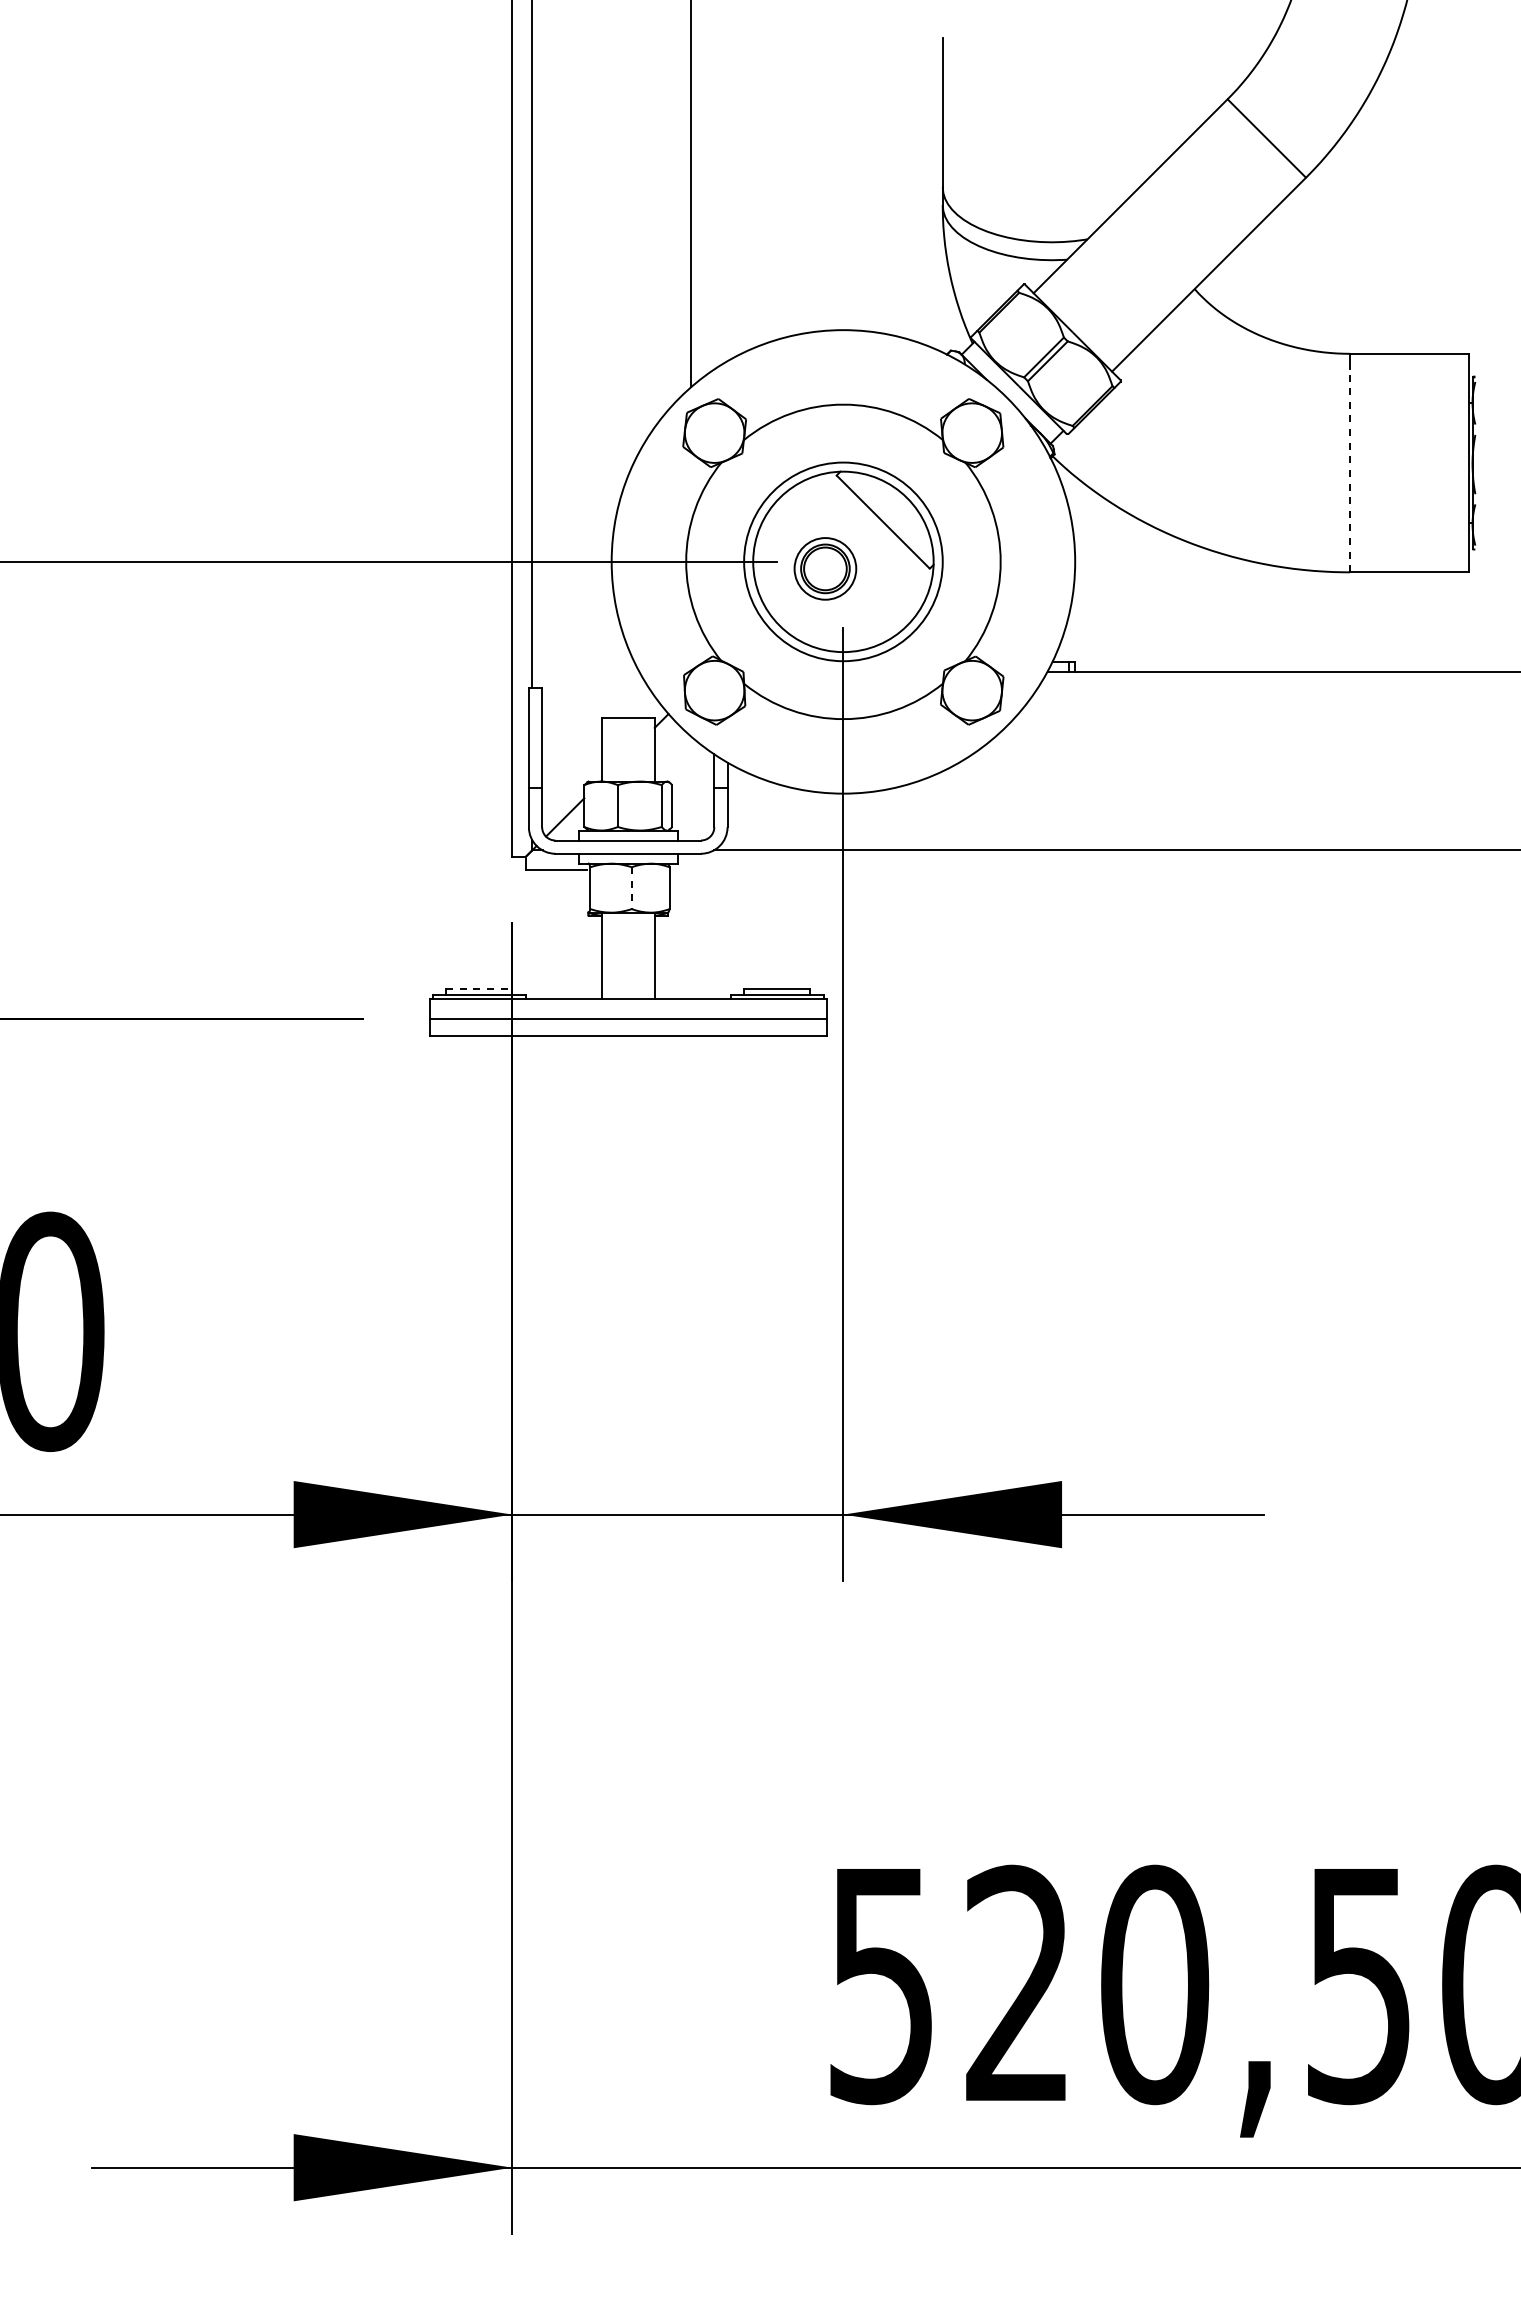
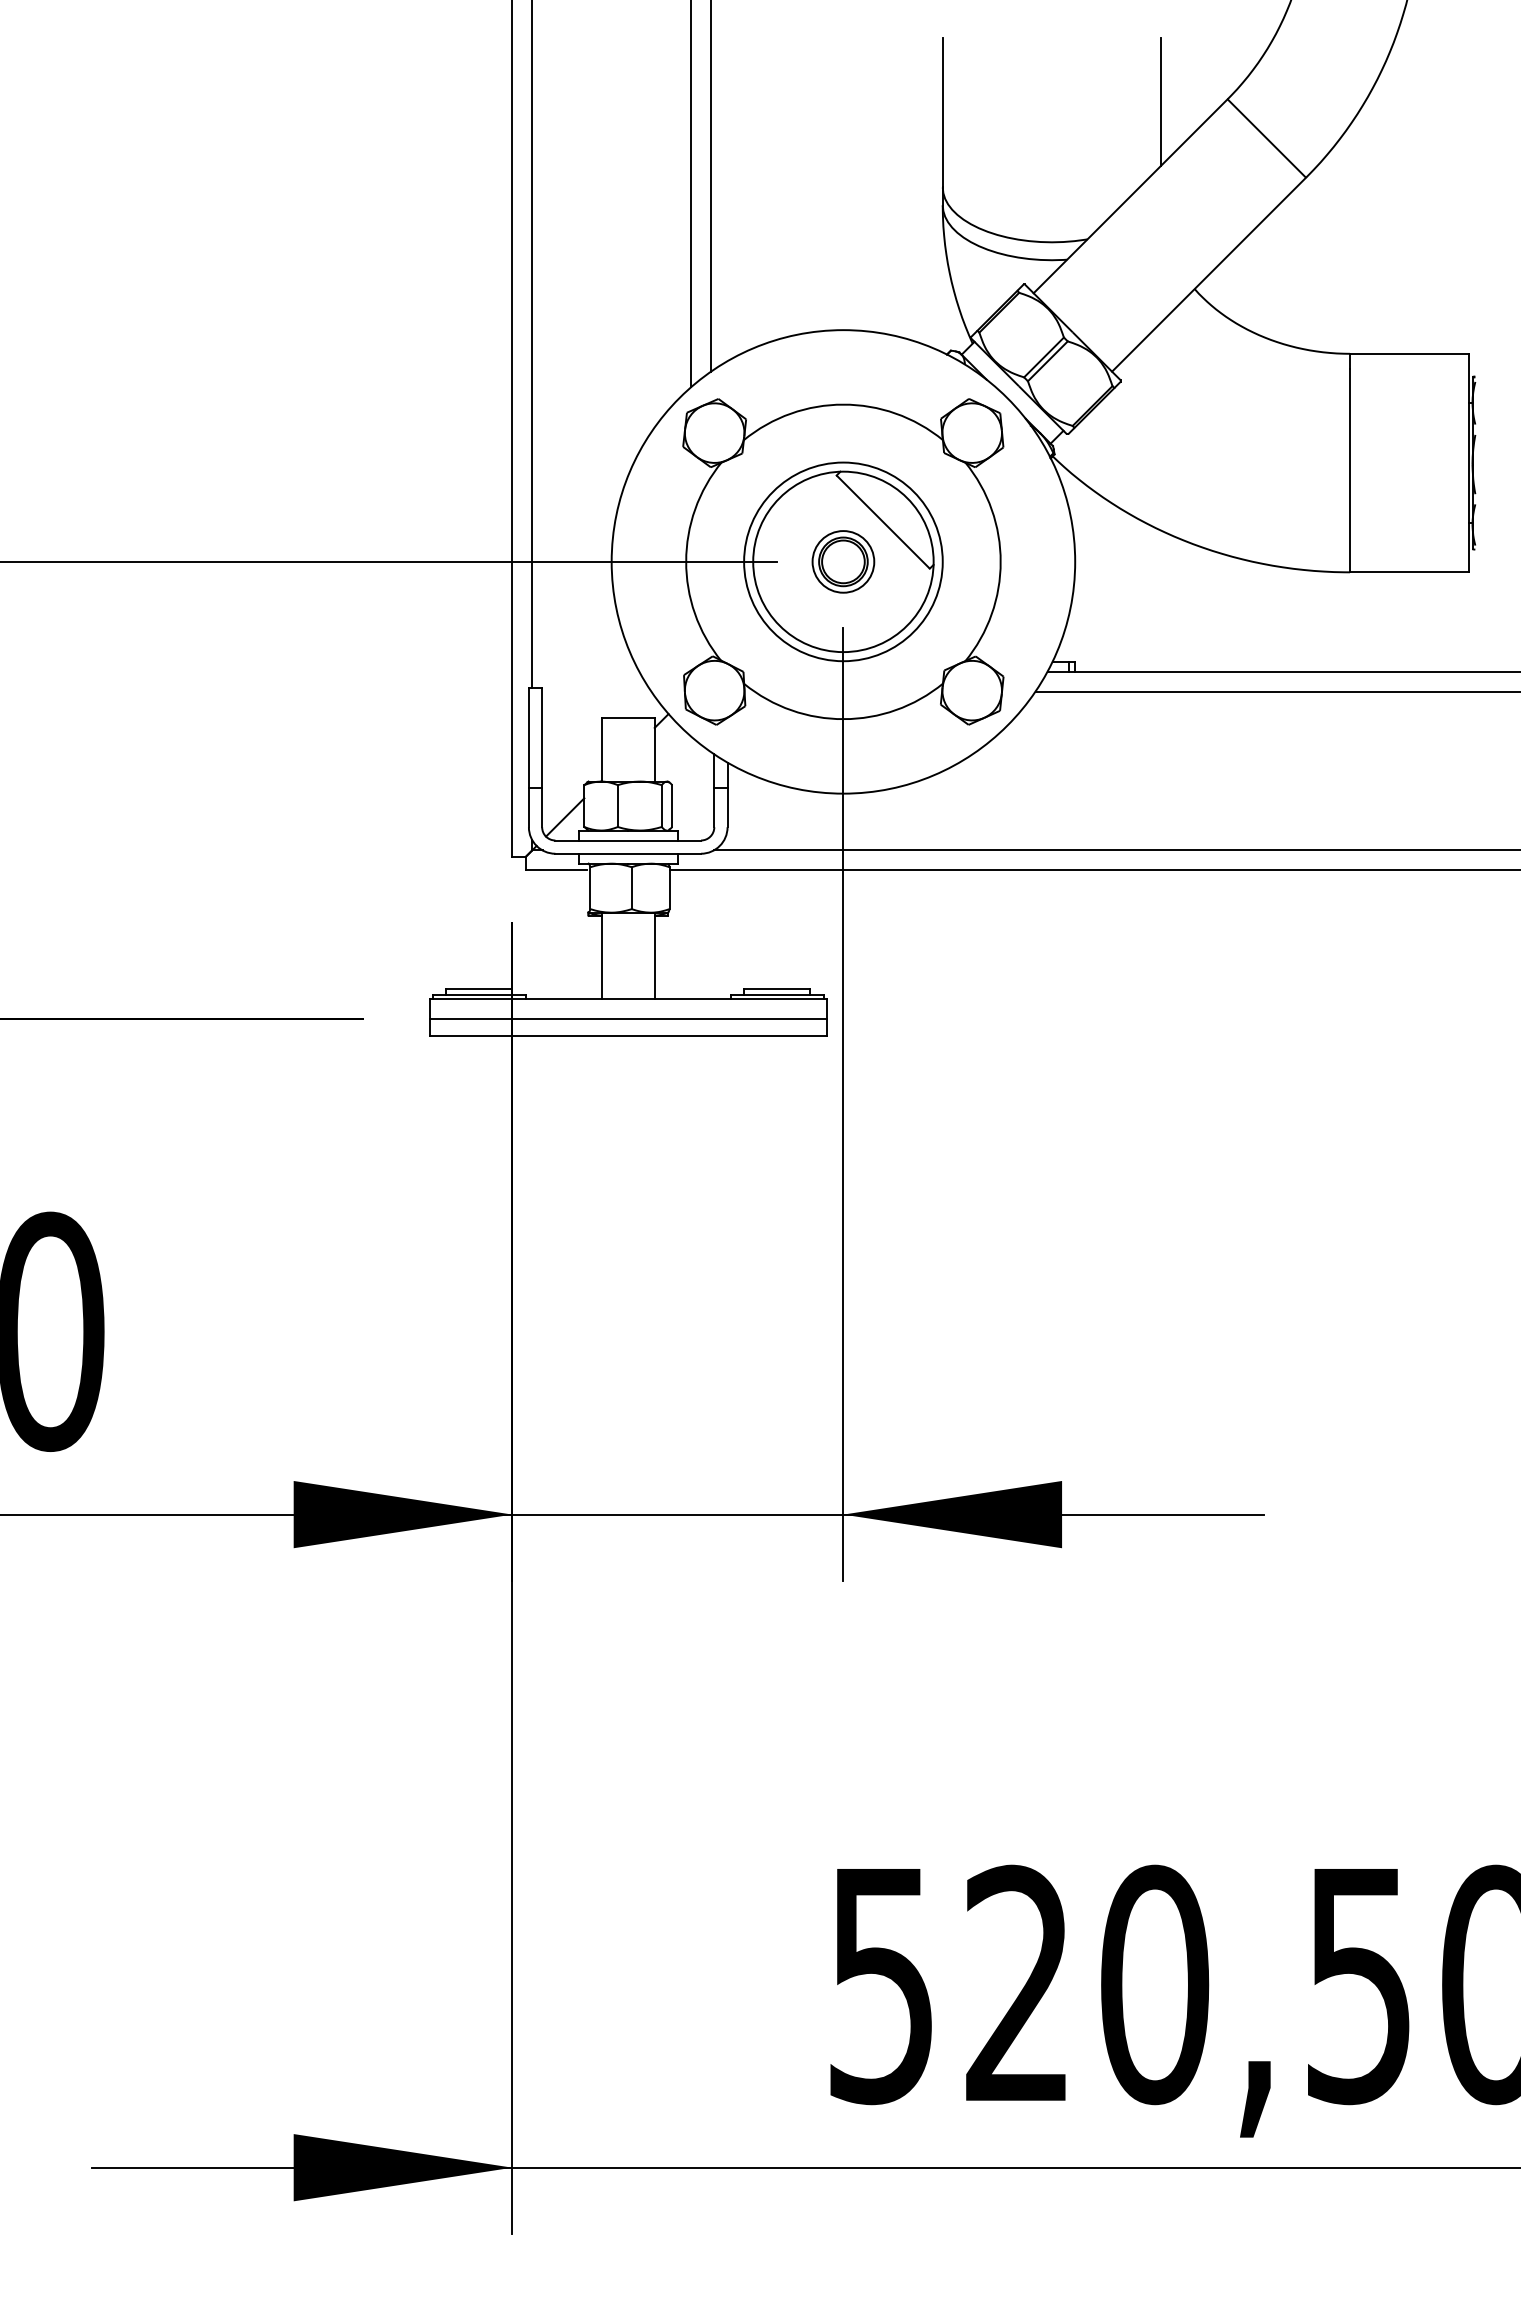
line at (1161, 101): none -> present
line at (711, 186): none -> present
line at (1349, 470): dashed -> solid
part at (825, 568) position: (825, 568) -> (843, 561)
line at (1276, 691): none -> present
line at (1093, 870): none -> present
line at (631, 888): dashed -> solid
line at (479, 988): dashed -> solid
